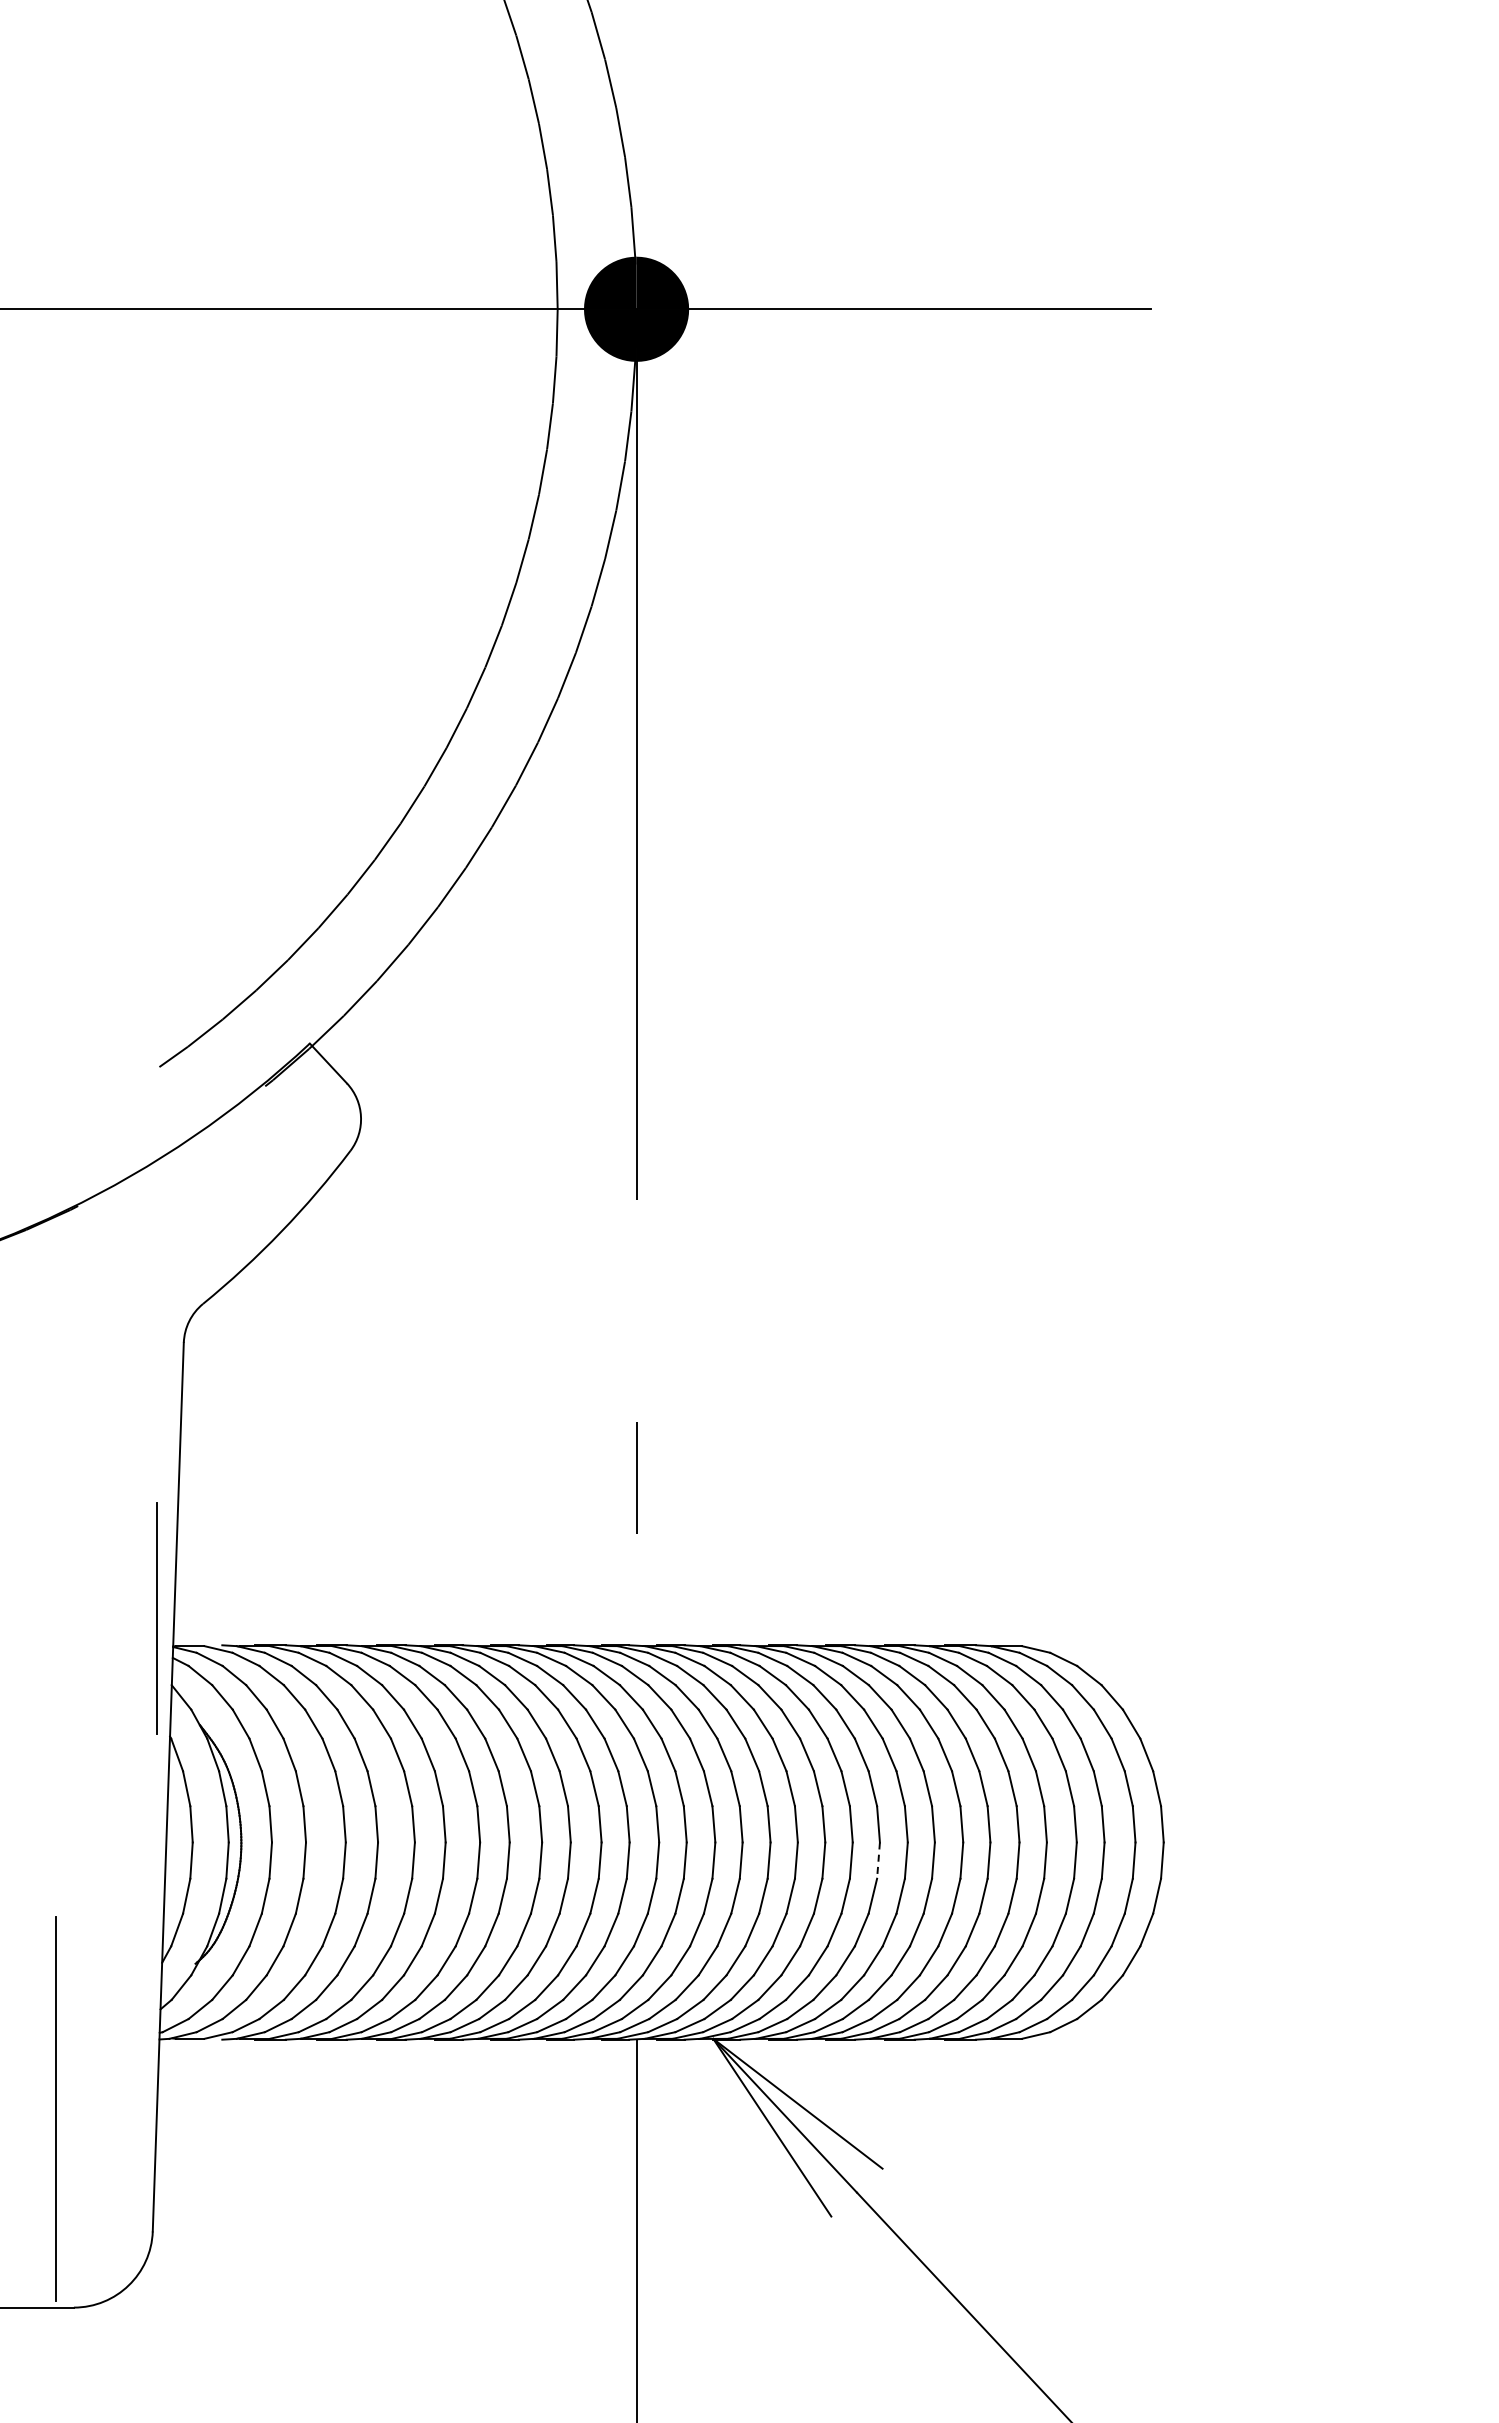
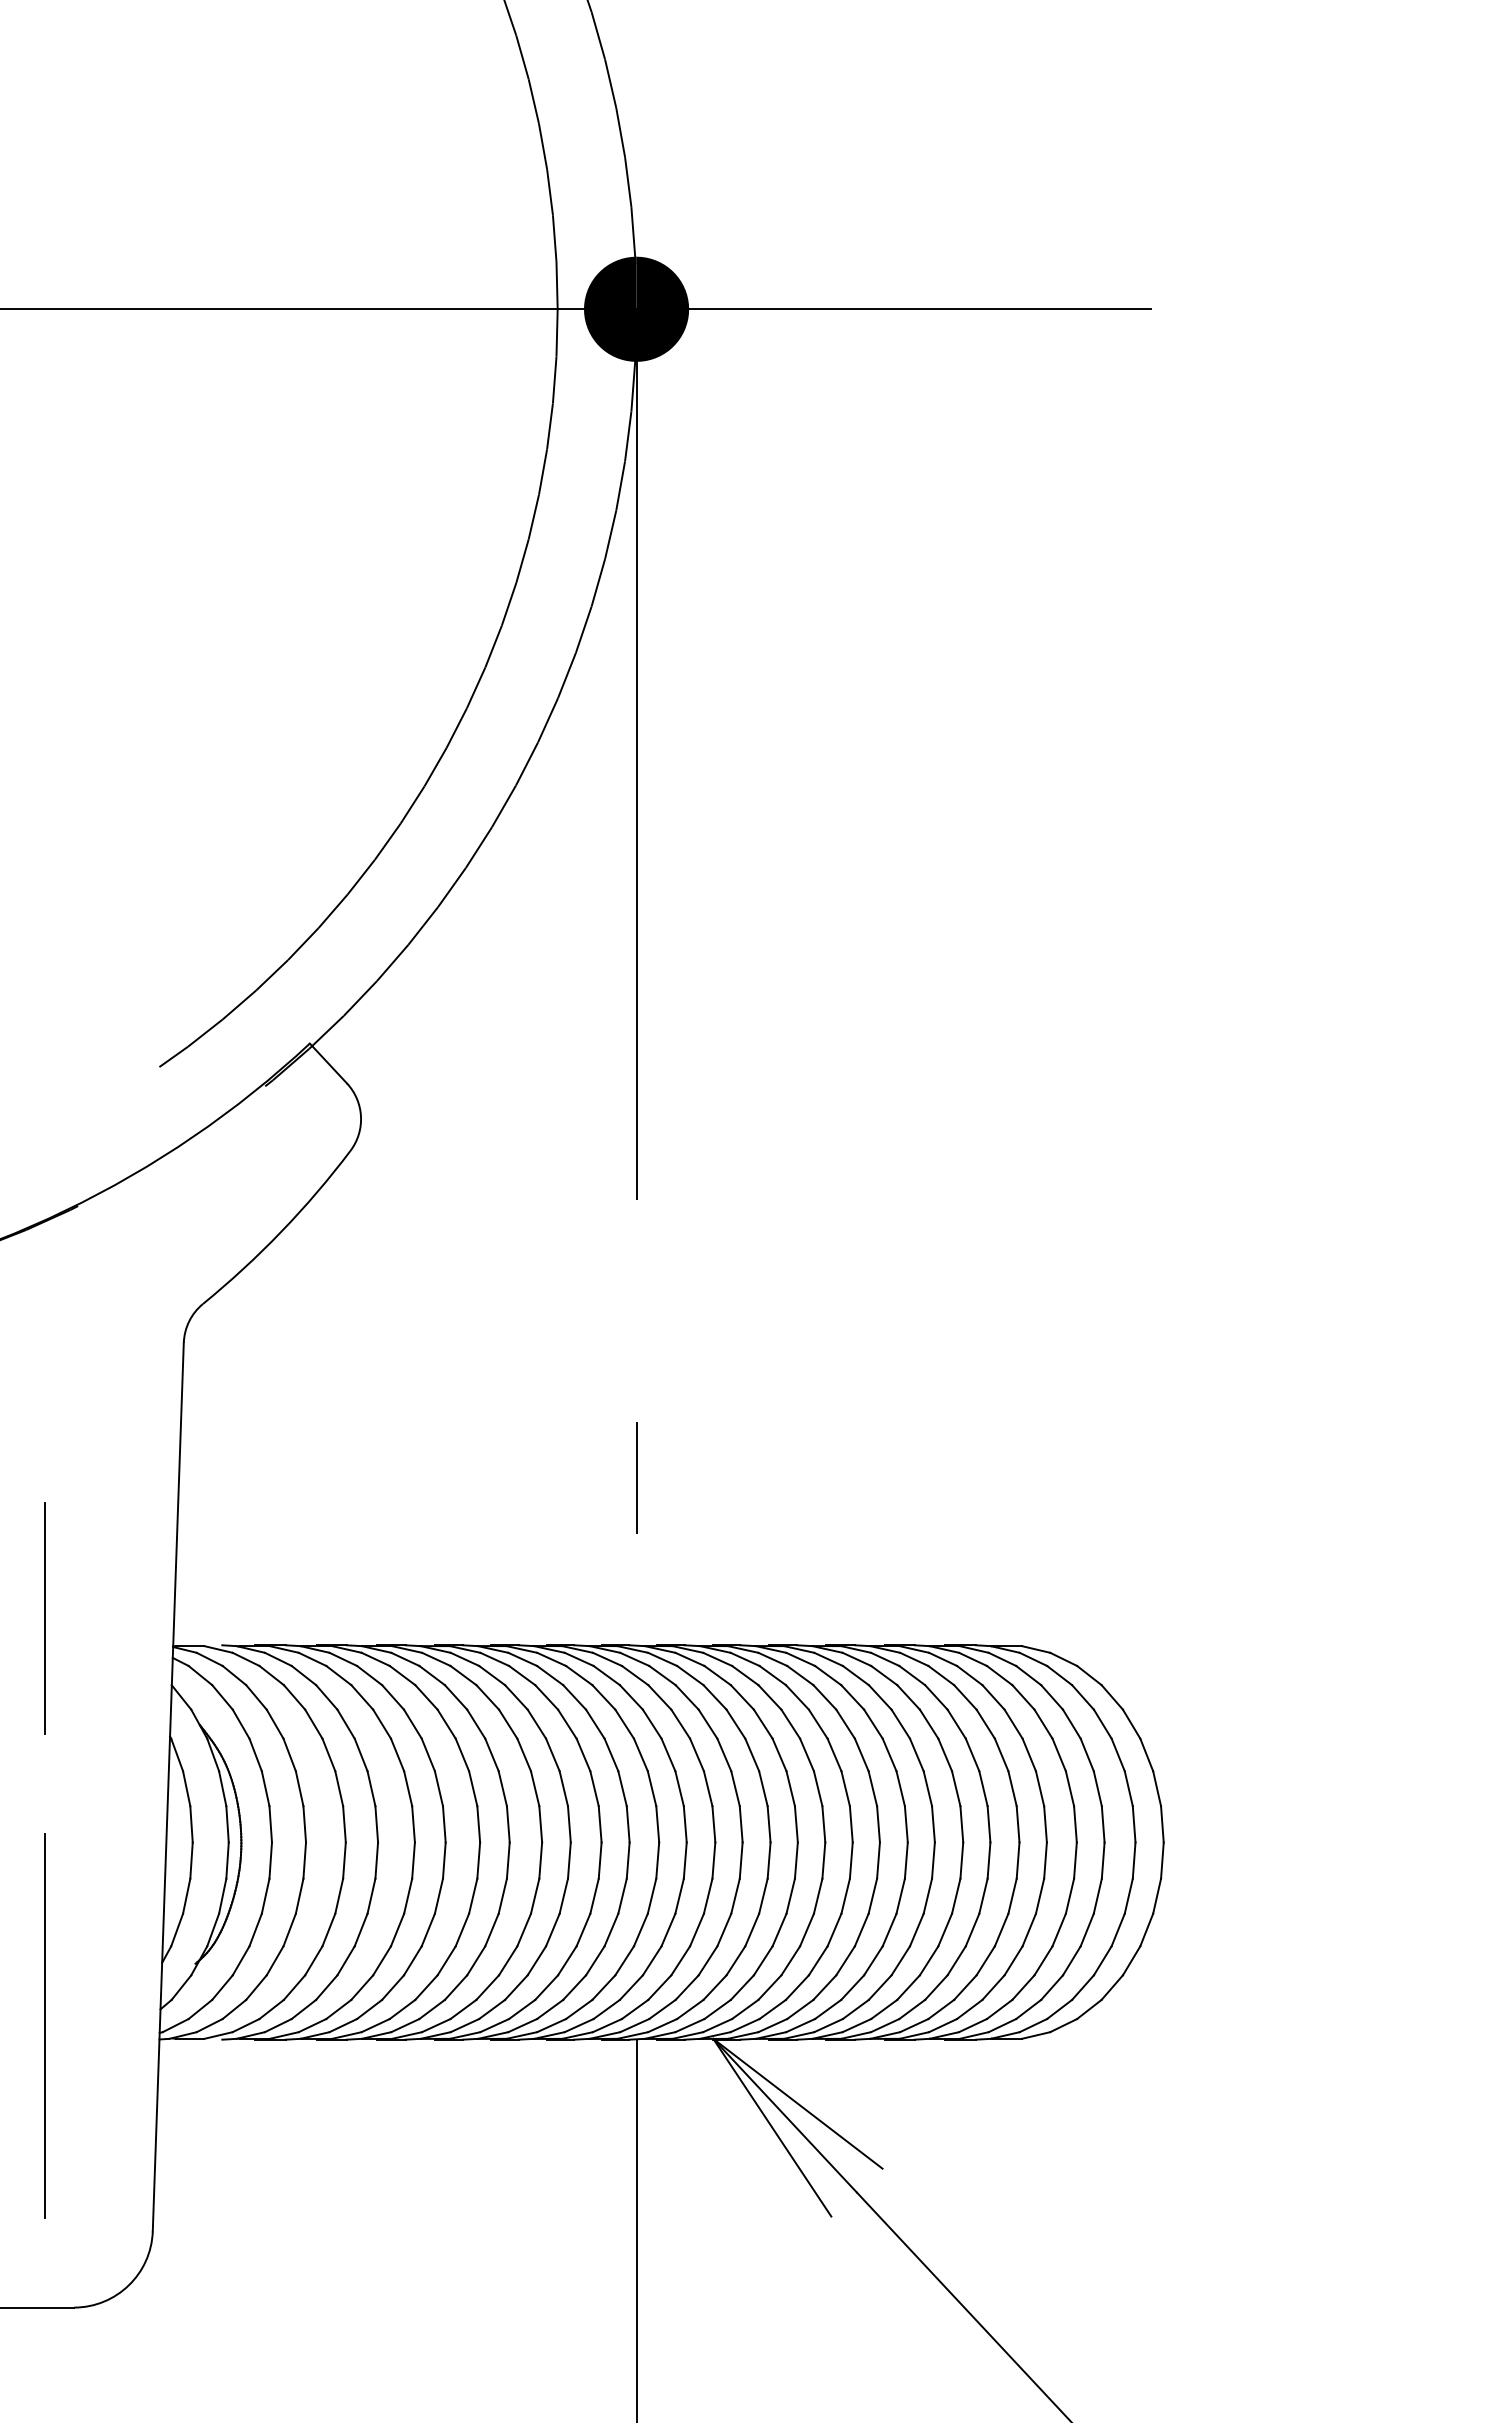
line at (156, 1618) position: (156, 1618) -> (44, 1618)
line at (878, 1861): dashed -> solid
line at (55, 2108) position: (55, 2108) -> (44, 2025)
